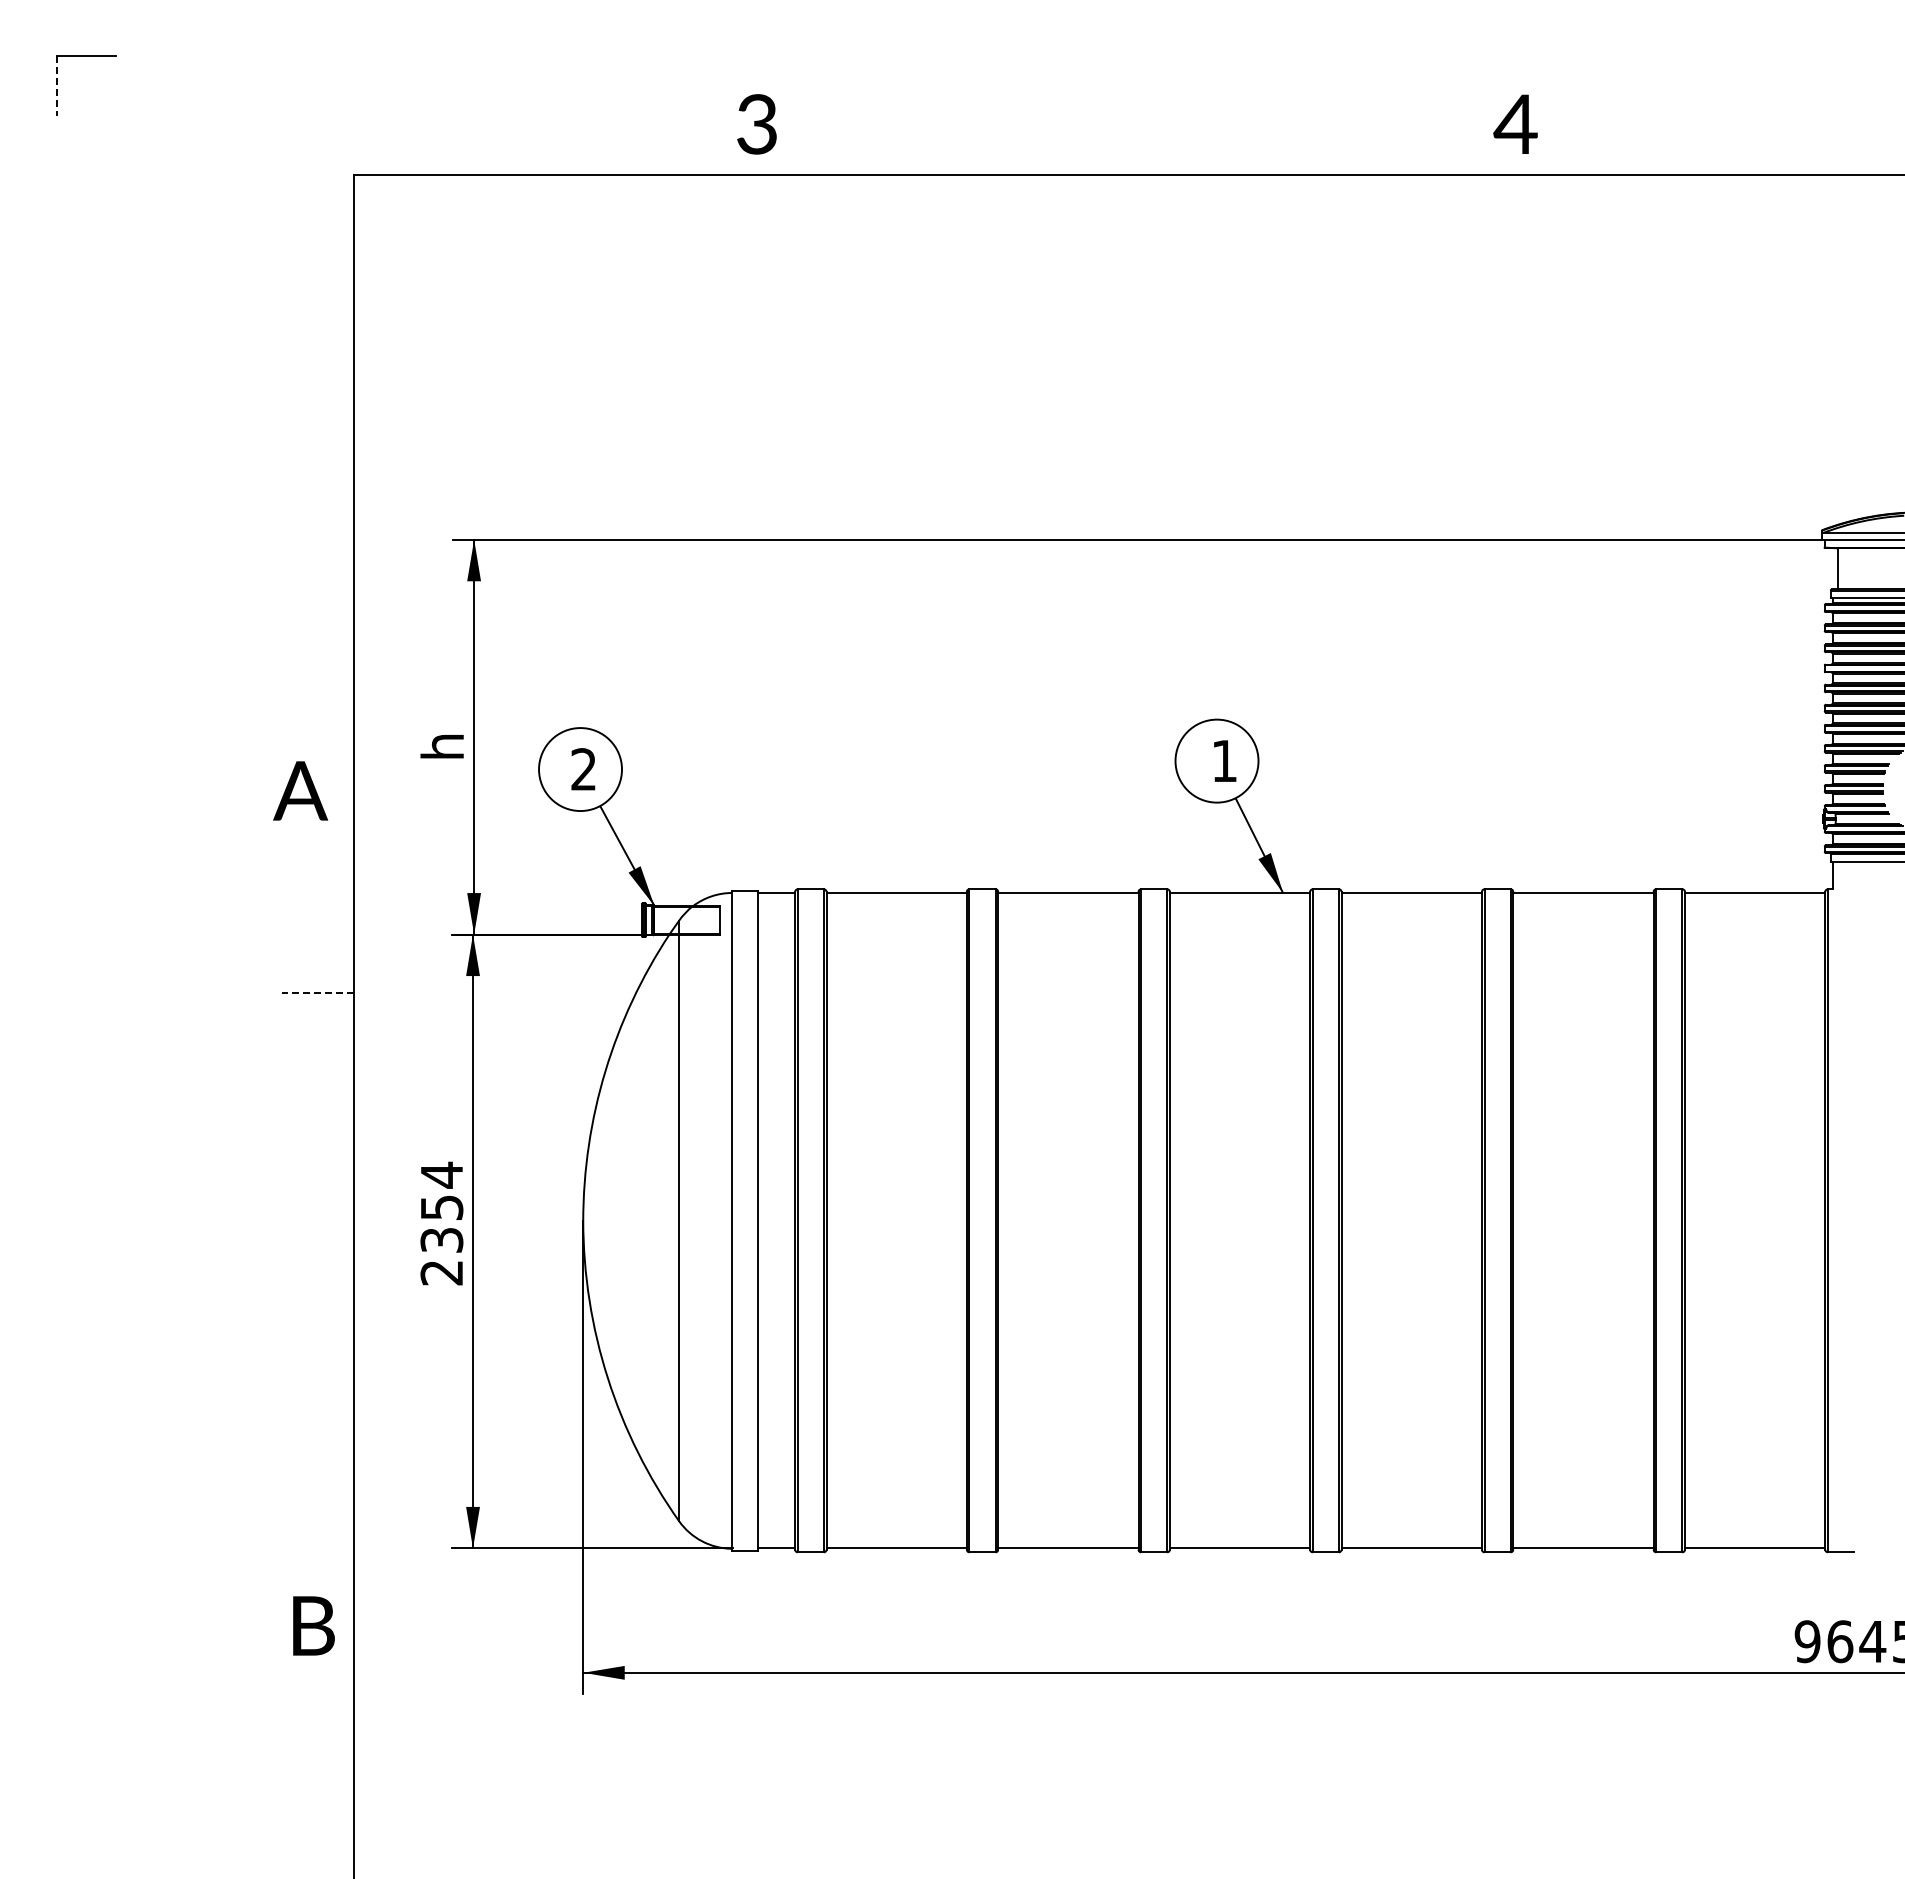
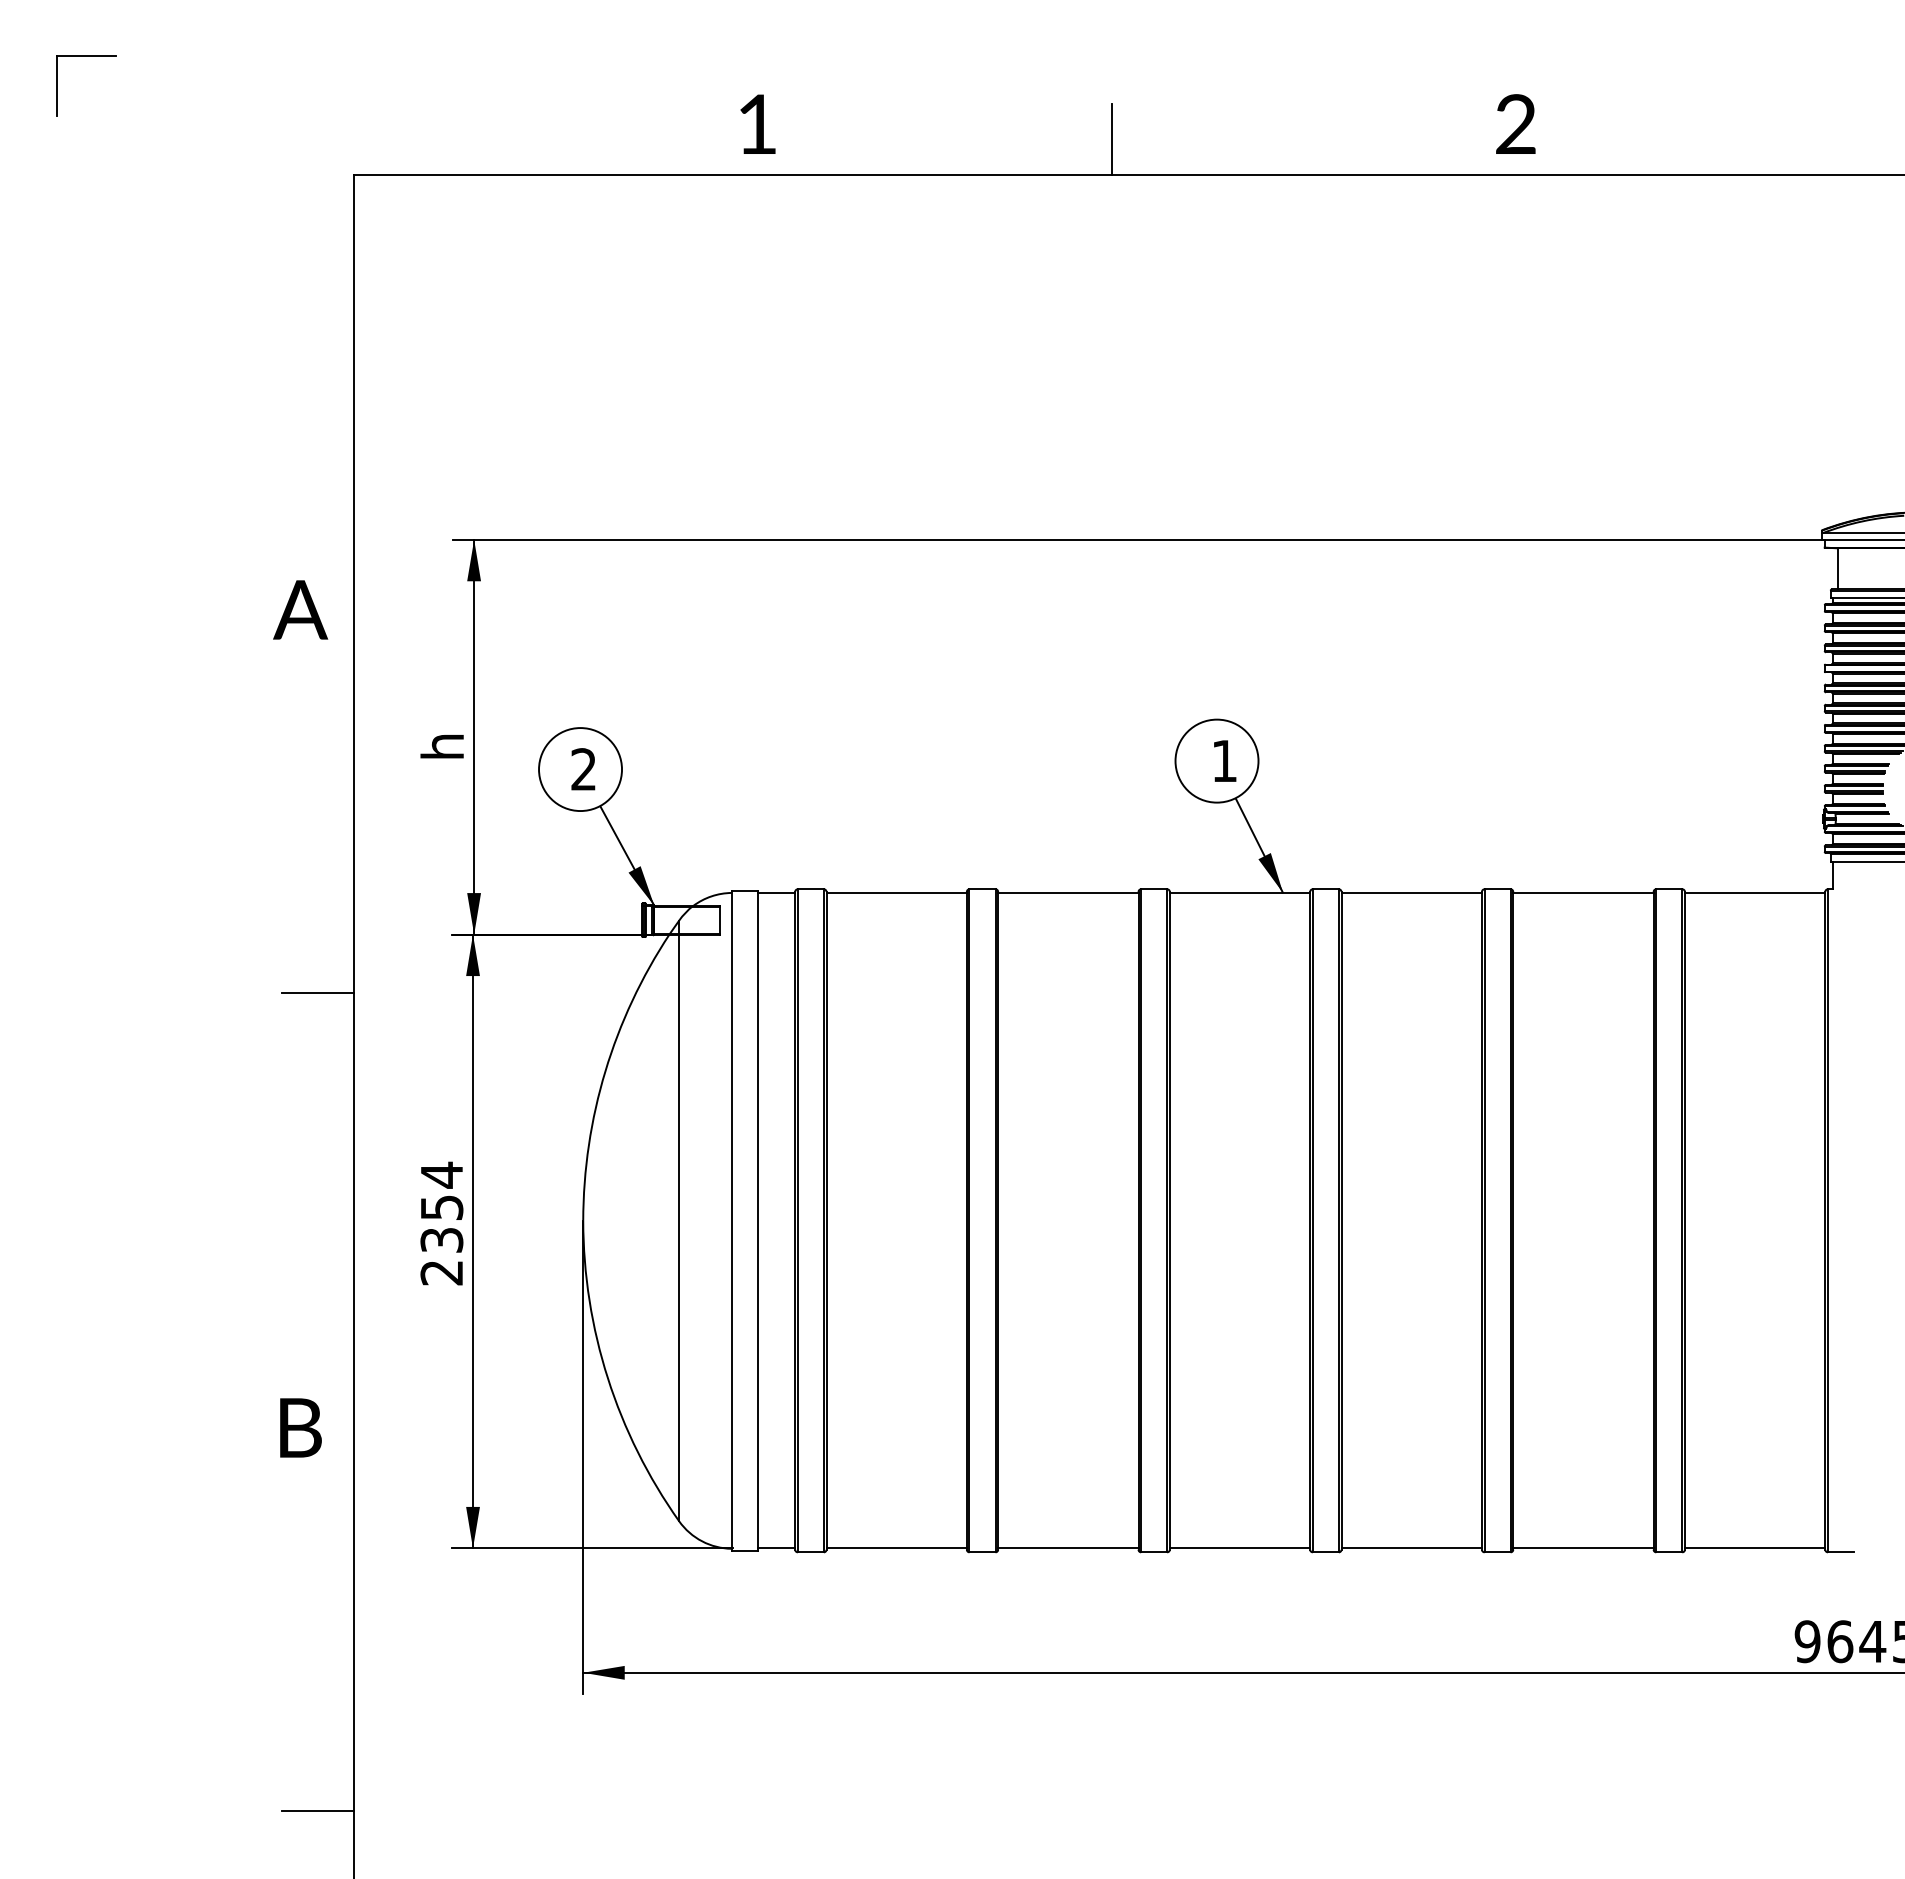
line at (57, 86): dashed -> solid
text at (1515, 123): 4 -> 2
text at (756, 124): 3 -> 1
line at (1112, 138): none -> present
text at (300, 790) position: (300, 790) -> (300, 609)
line at (317, 992): dashed -> solid
text at (313, 1625) position: (313, 1625) -> (300, 1427)
line at (317, 1810): none -> present
